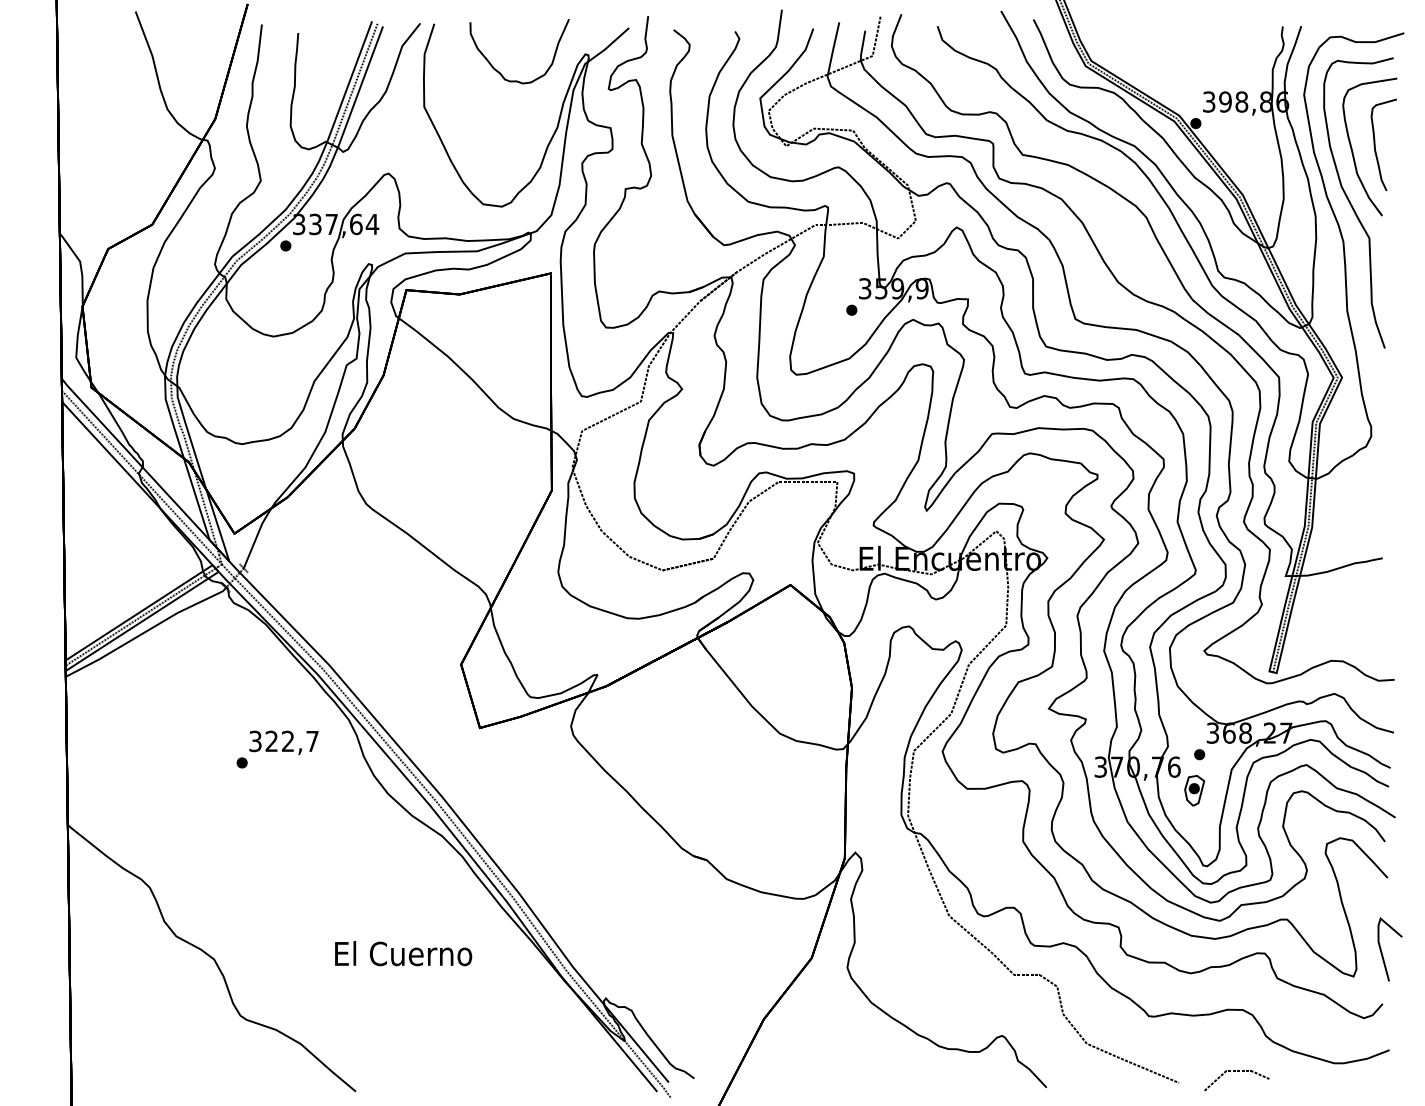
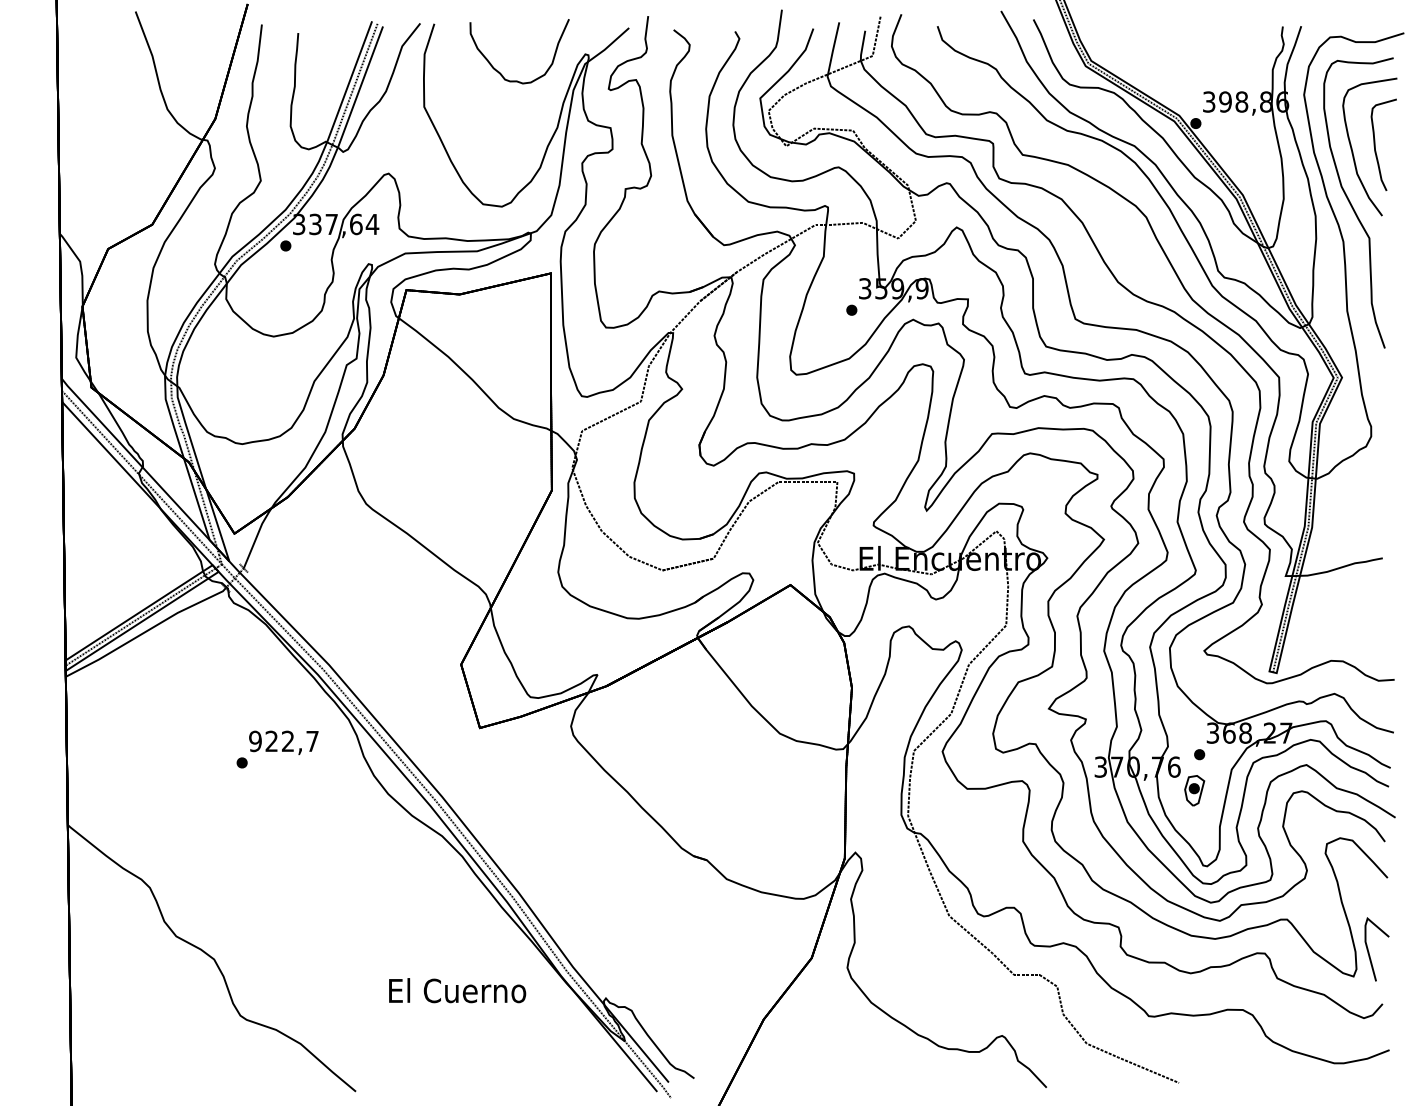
text at (255, 740): 322,7 -> 922,7
line at (1382, 951) position: (1382, 951) -> (1369, 951)
text at (403, 953) position: (403, 953) -> (457, 990)
line at (1235, 1071): present -> none
